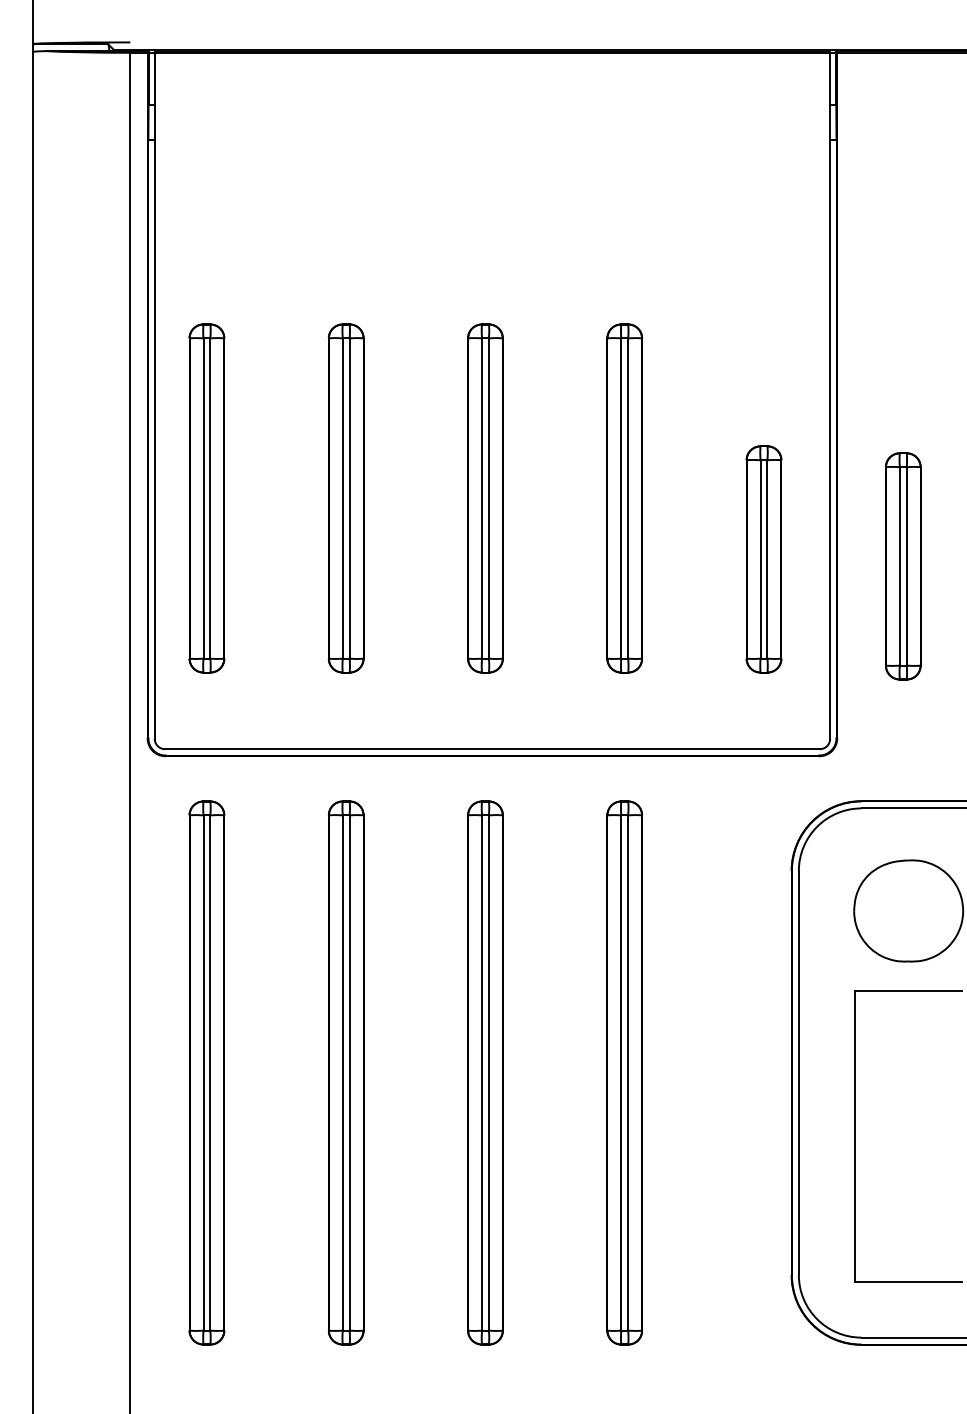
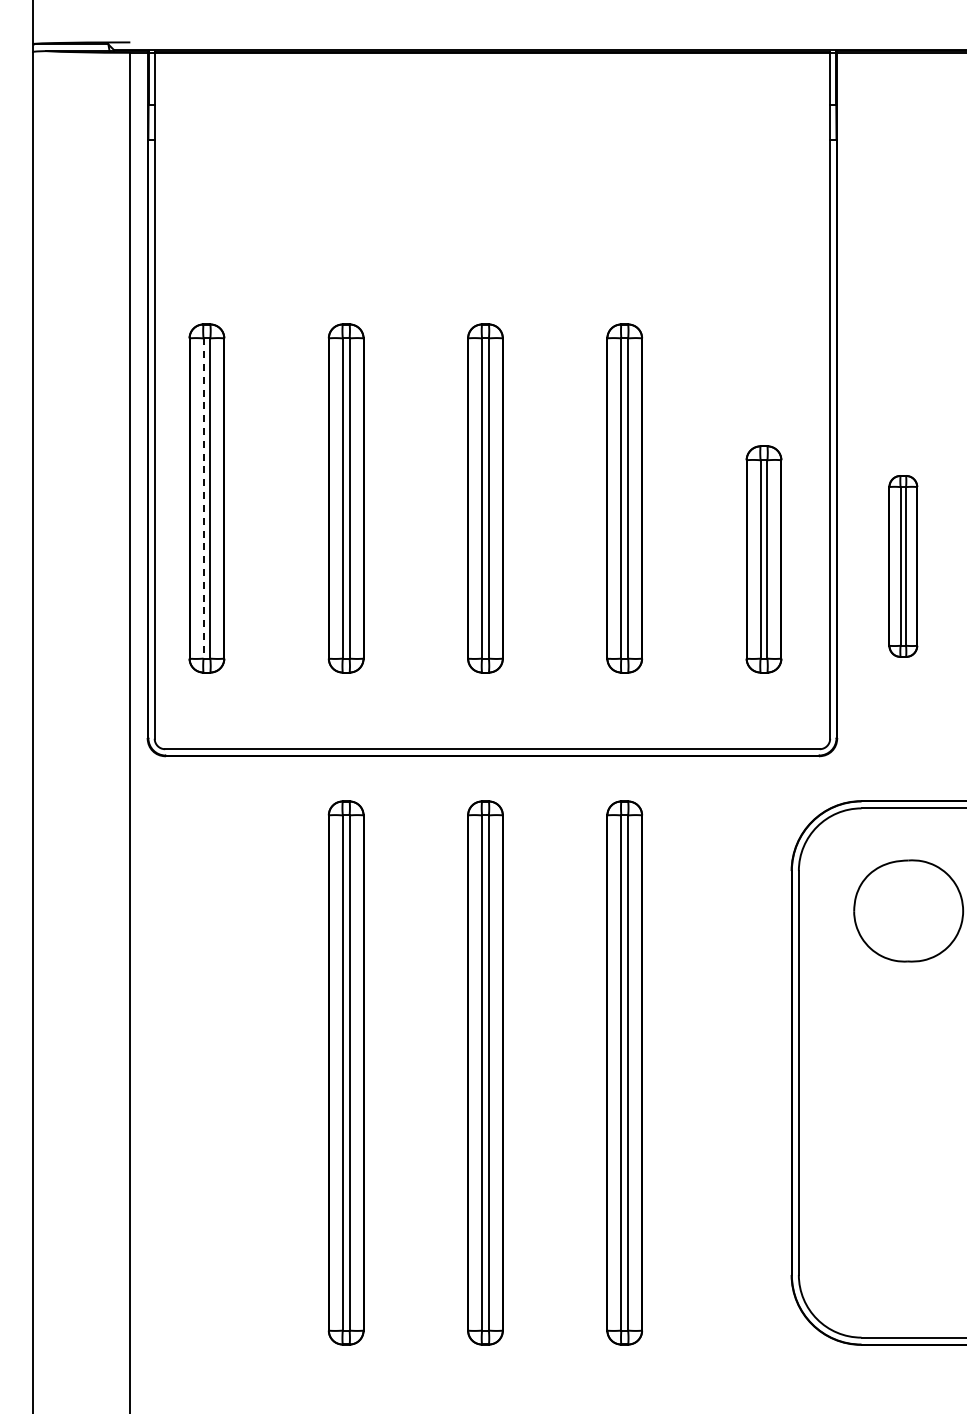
line at (203, 499): solid -> dashed
part at (903, 566) size: 37x229 px -> 31x183 px
part at (206, 1072): present -> none
part at (855, 1136): present -> none
